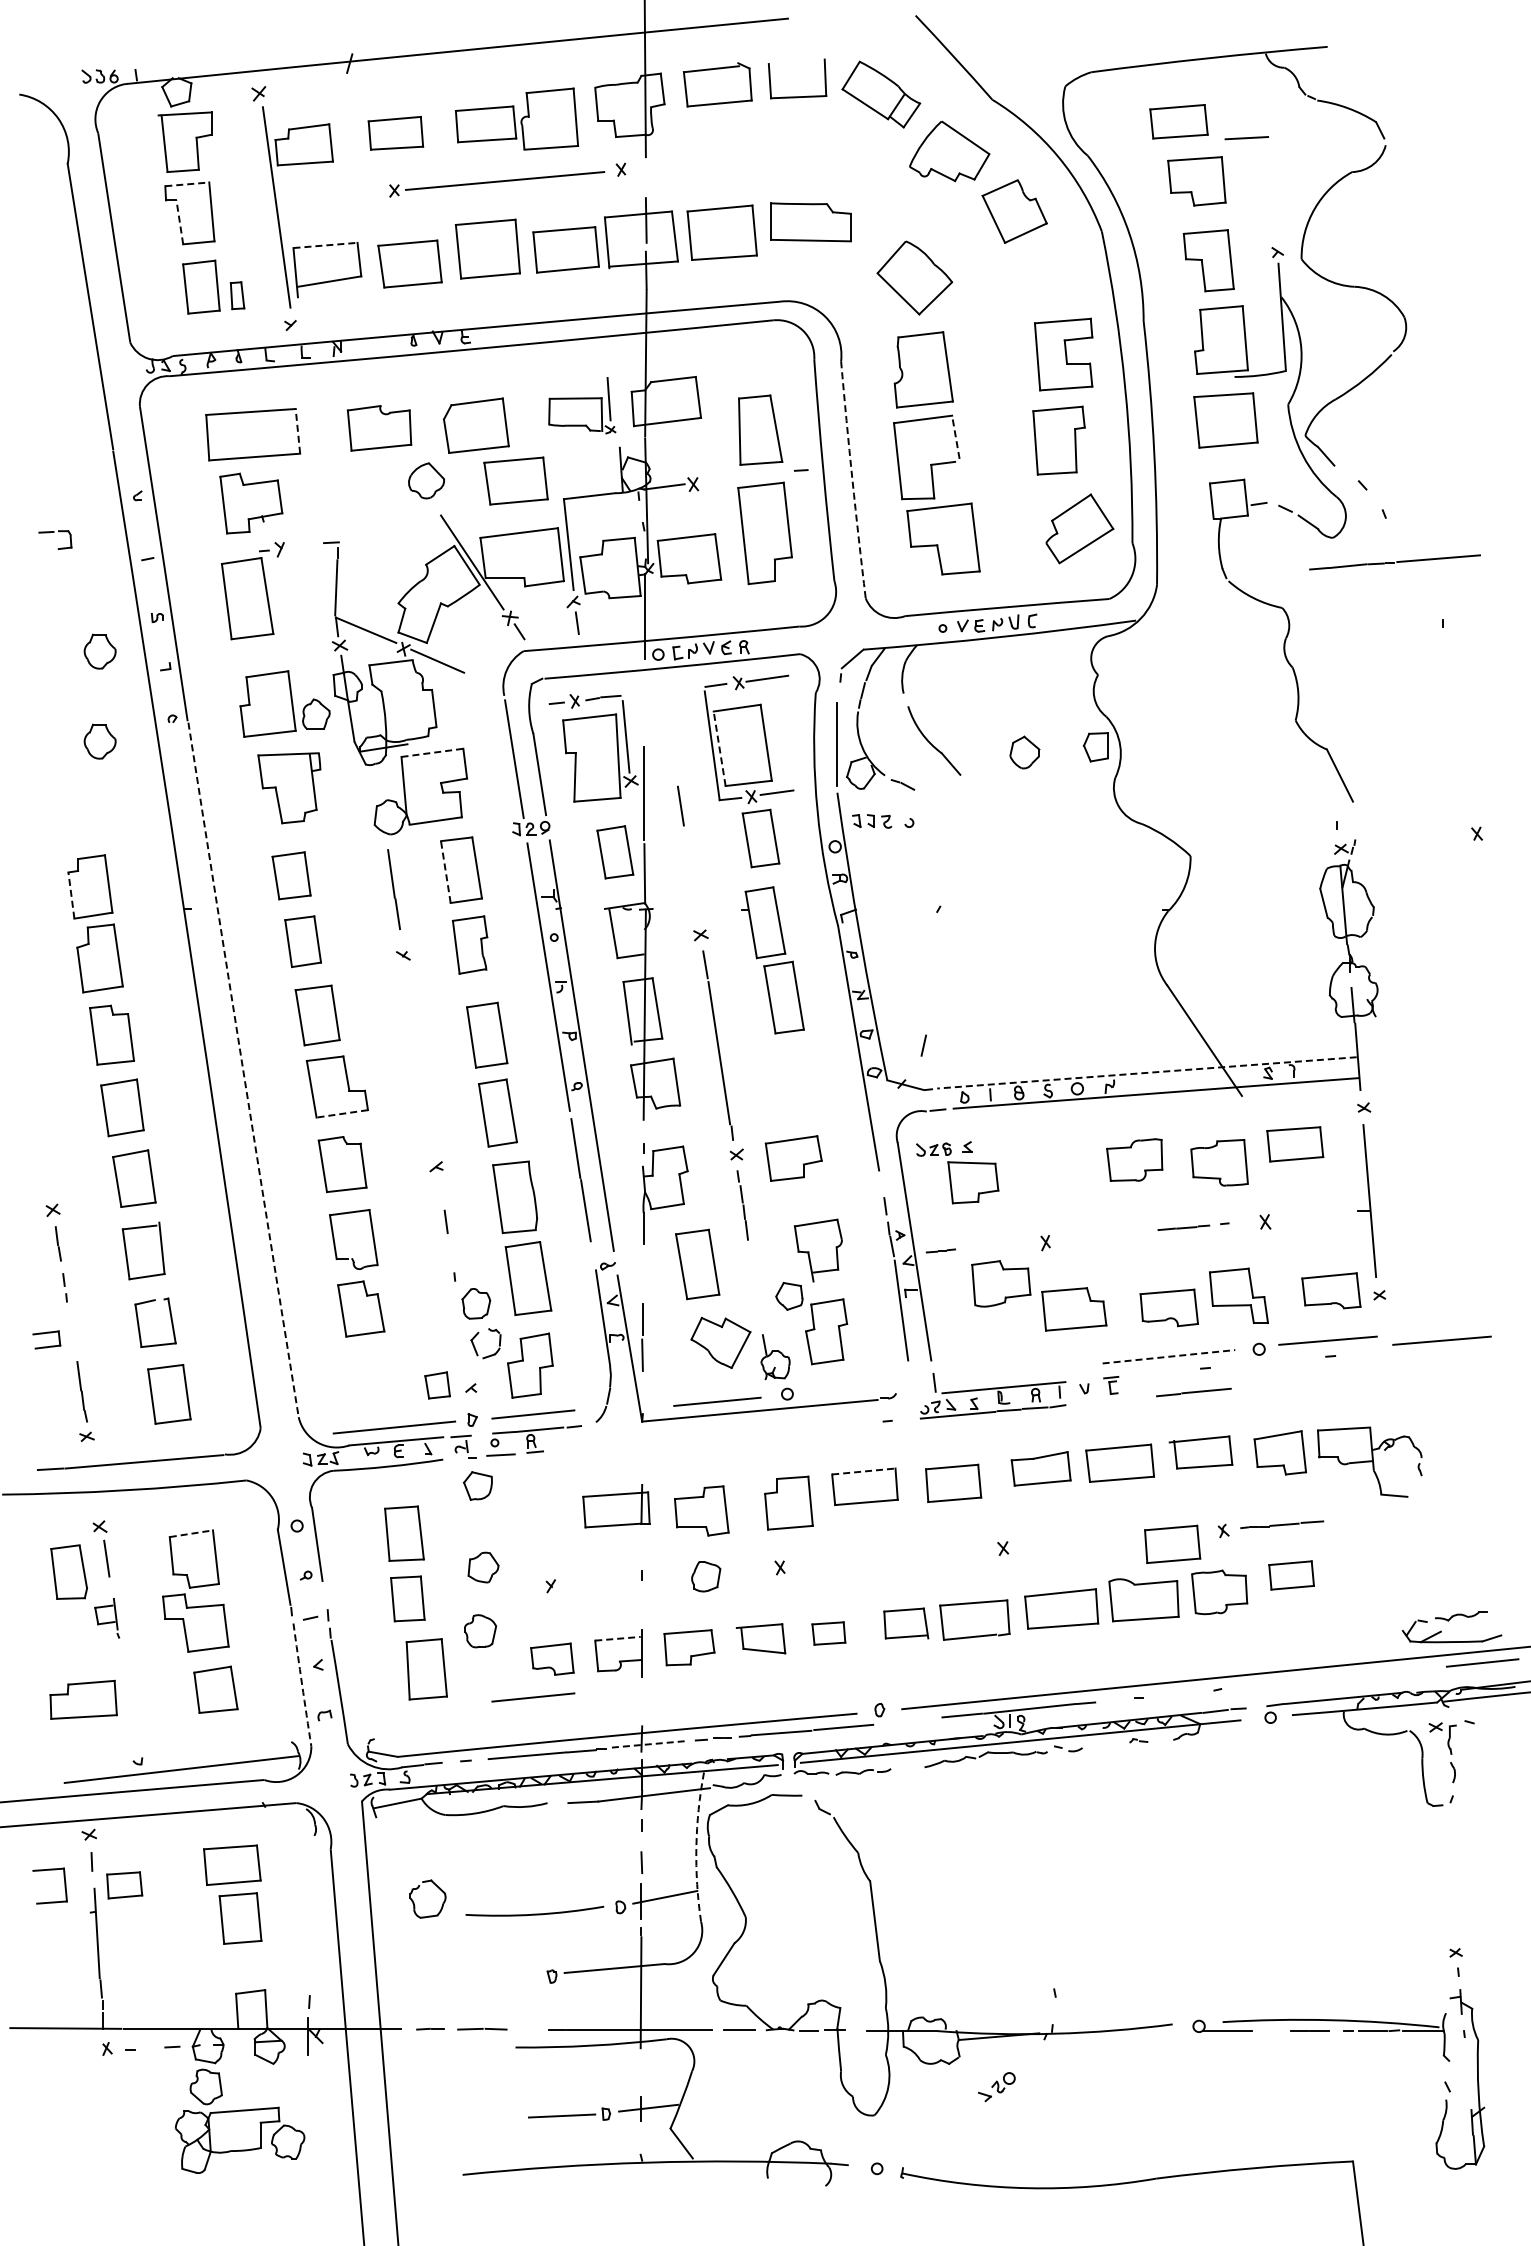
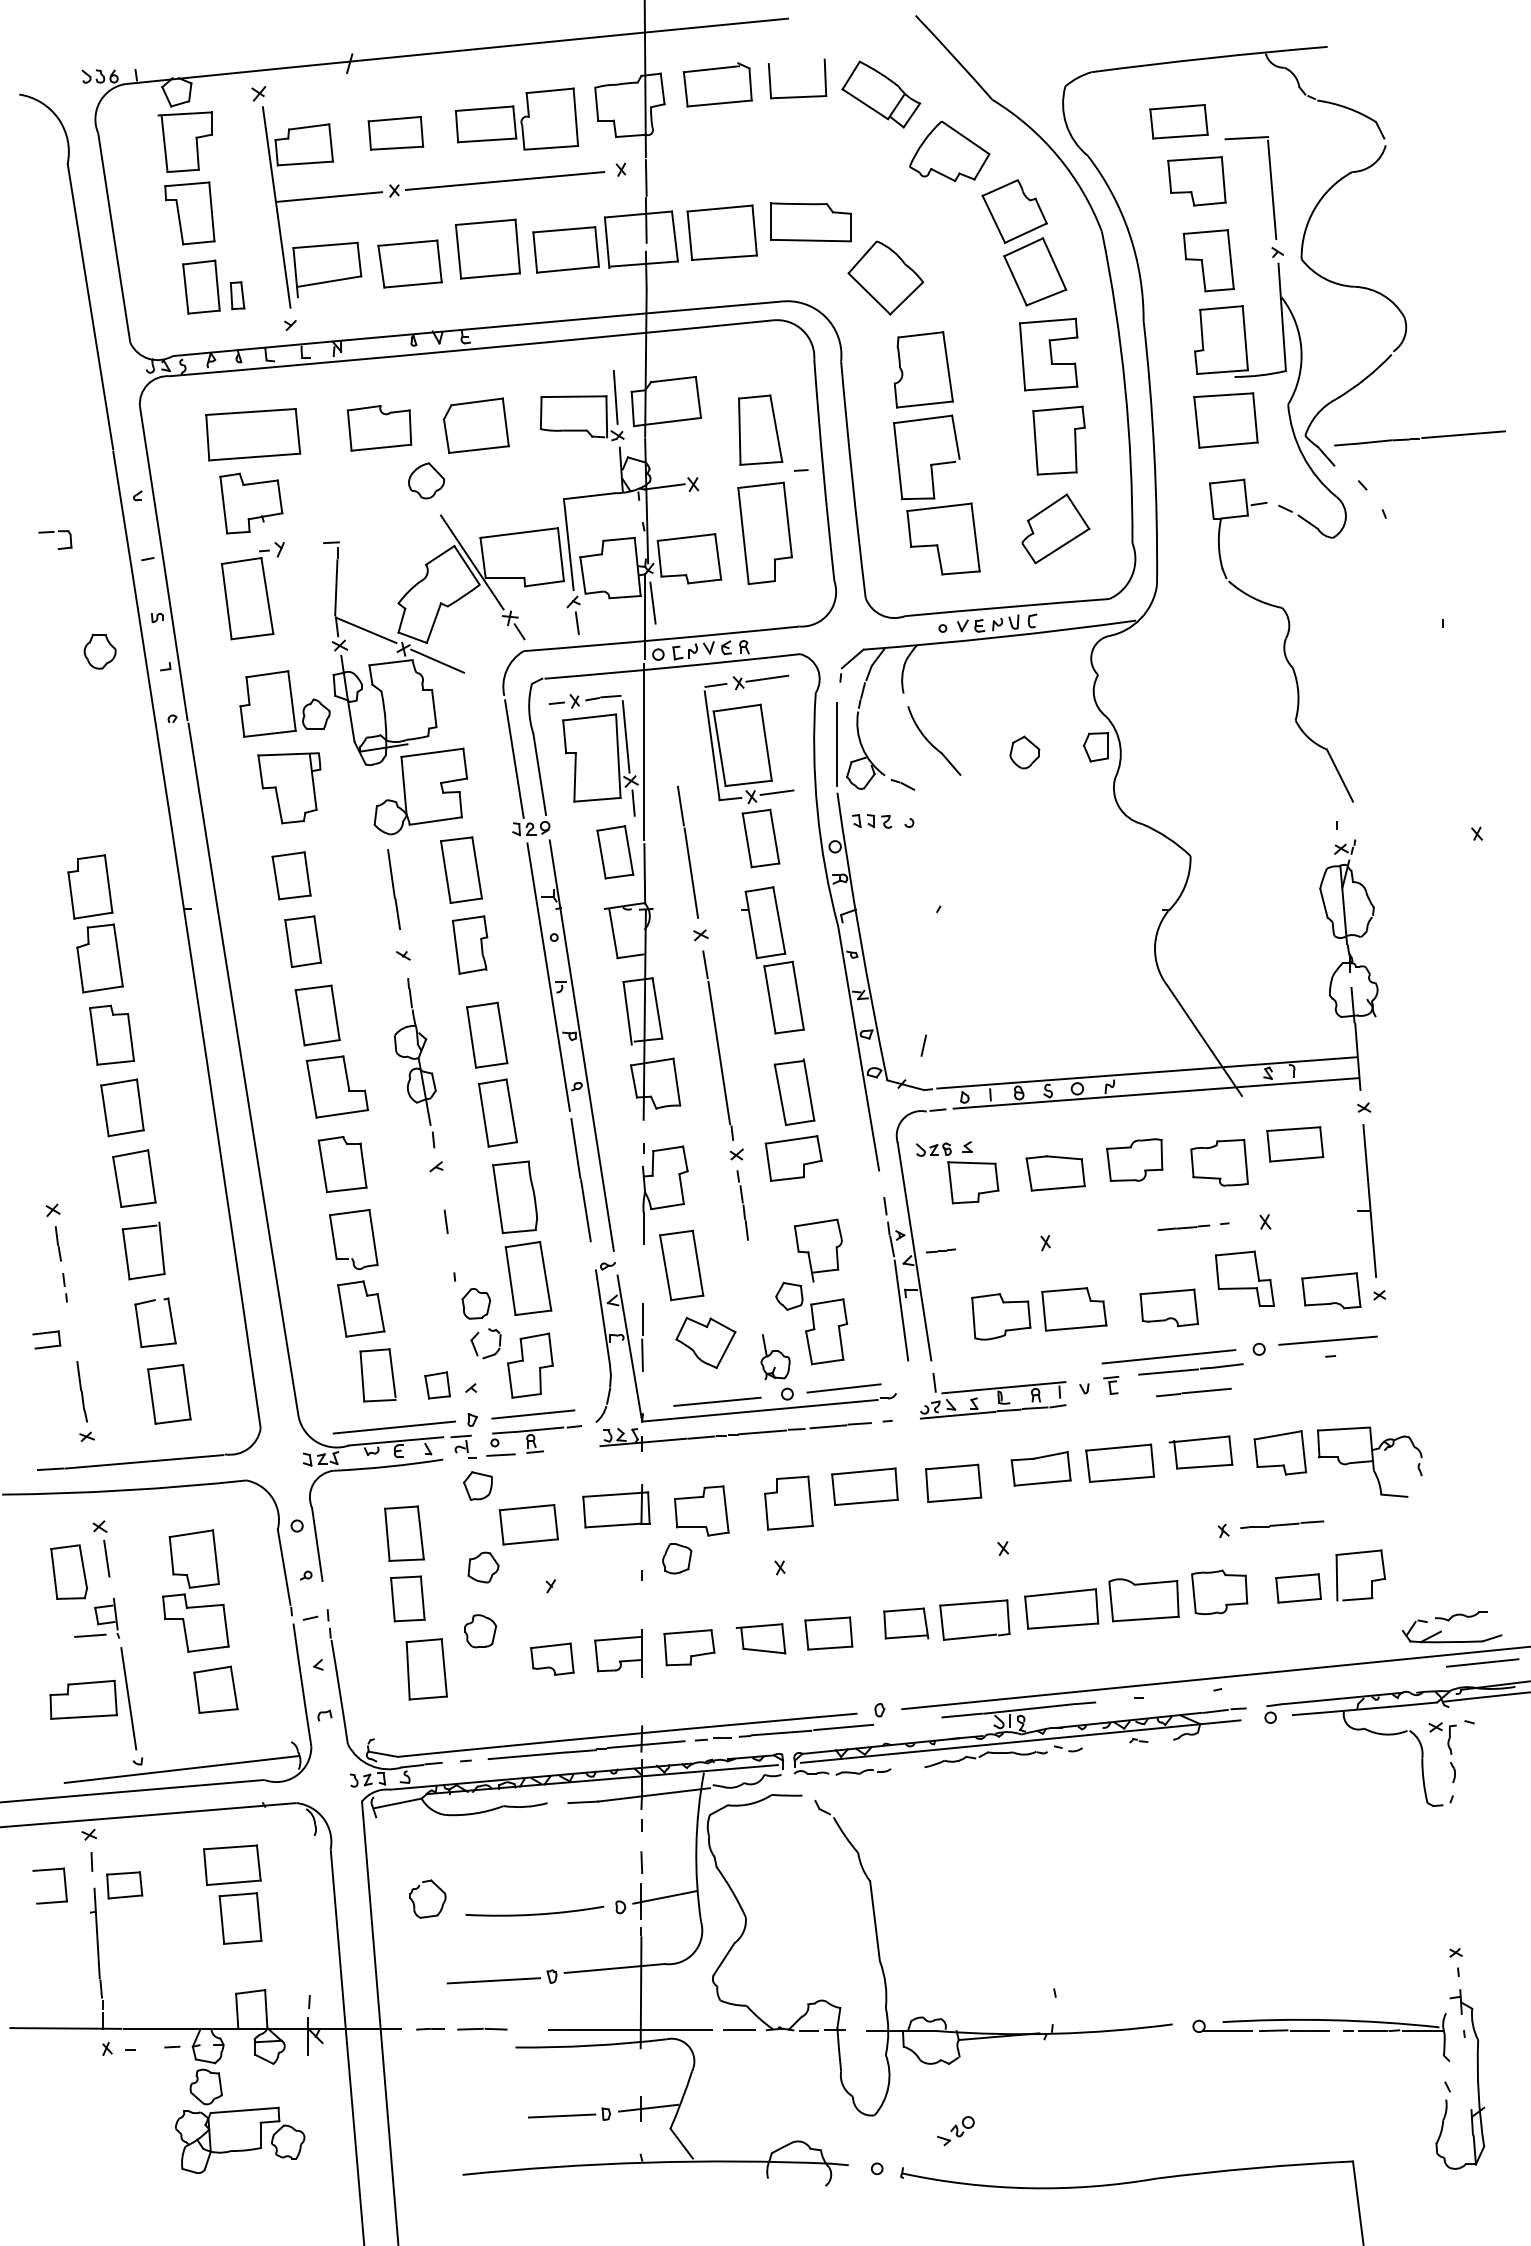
line at (645, 177): none -> present
line at (187, 184): dashed -> solid
line at (1272, 189): none -> present
line at (329, 196): none -> present
line at (179, 221): dashed -> solid
line at (326, 245): dashed -> solid
part at (1035, 271): none -> present
part at (914, 277) position: (914, 277) -> (885, 277)
part at (1063, 354) position: (1063, 354) -> (1048, 354)
part at (582, 405) size: 69x58 px -> 85x72 px
line at (297, 430): dashed -> solid
line at (955, 437): dashed -> solid
arc at (852, 479): dashed -> solid
part at (515, 480): present -> none
part at (1079, 528) position: (1079, 528) -> (1055, 528)
line at (1394, 562) position: (1394, 562) -> (1419, 438)
line at (652, 602): none -> present
line at (644, 704): none -> present
part at (99, 741): present -> none
line at (719, 748): dashed -> solid
line at (432, 752): dashed -> solid
line at (633, 802): none -> present
line at (445, 871): dashed -> solid
line at (691, 872): none -> present
line at (71, 895): dashed -> solid
part at (415, 1063): none -> present
arc at (243, 1069): dashed -> solid
line at (1146, 1072): dashed -> solid
part at (794, 1092): none -> present
line at (342, 1113): dashed -> solid
part at (1055, 1173): none -> present
part at (697, 1264) position: (697, 1264) -> (681, 1265)
part at (1001, 1283) position: (1001, 1283) -> (1001, 1316)
part at (1238, 1295) position: (1238, 1295) -> (1244, 1278)
line at (1441, 1340): present -> none
part at (720, 1342) position: (720, 1342) -> (705, 1342)
line at (1168, 1356): dashed -> solid
line at (1226, 1365): none -> present
line at (1168, 1371): none -> present
part at (363, 1375): none -> present
line at (843, 1388): none -> present
part at (735, 1436): none -> present
line at (863, 1471): dashed -> solid
part at (528, 1524): none -> present
line at (191, 1533): dashed -> solid
part at (1172, 1543): present -> none
part at (1291, 1575) position: (1291, 1575) -> (1298, 1588)
part at (706, 1576) position: (706, 1576) -> (677, 1558)
part at (1371, 1580): none -> present
part at (828, 1633) size: 36x25 px -> 50x35 px
line at (90, 1635): none -> present
line at (617, 1638): dashed -> solid
arc at (302, 1685): dashed -> solid
line at (533, 1697): present -> none
line at (128, 1698): none -> present
line at (646, 1744): dashed -> solid
arc at (696, 1846): dashed -> solid
line at (493, 1980): none -> present
line at (1273, 2030): none -> present
part at (996, 2087) position: (996, 2087) -> (955, 2131)
